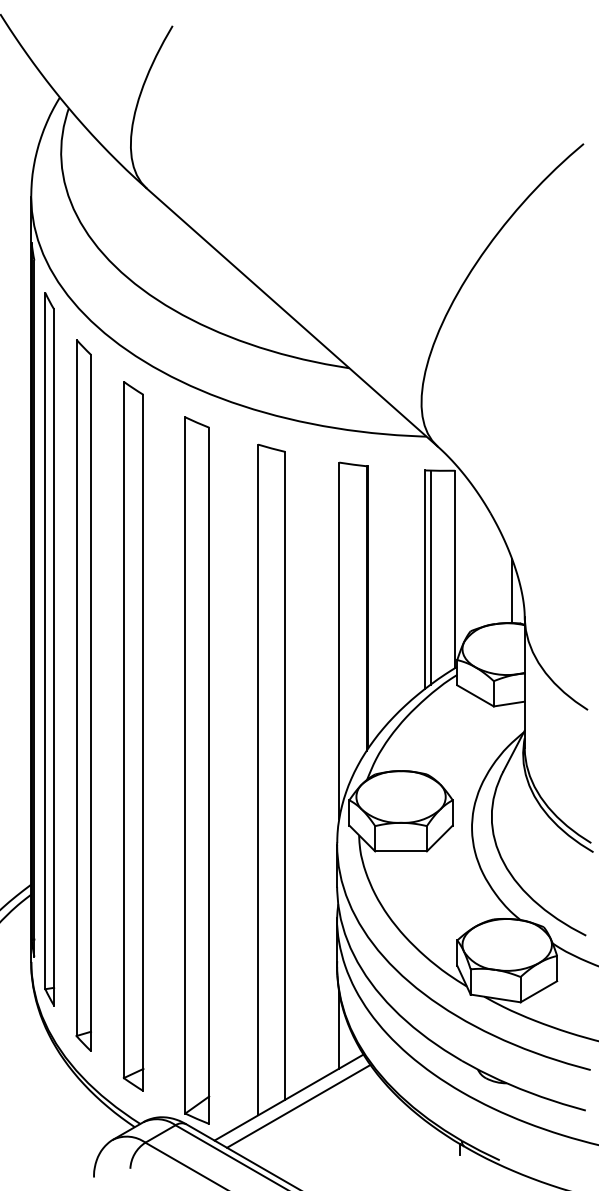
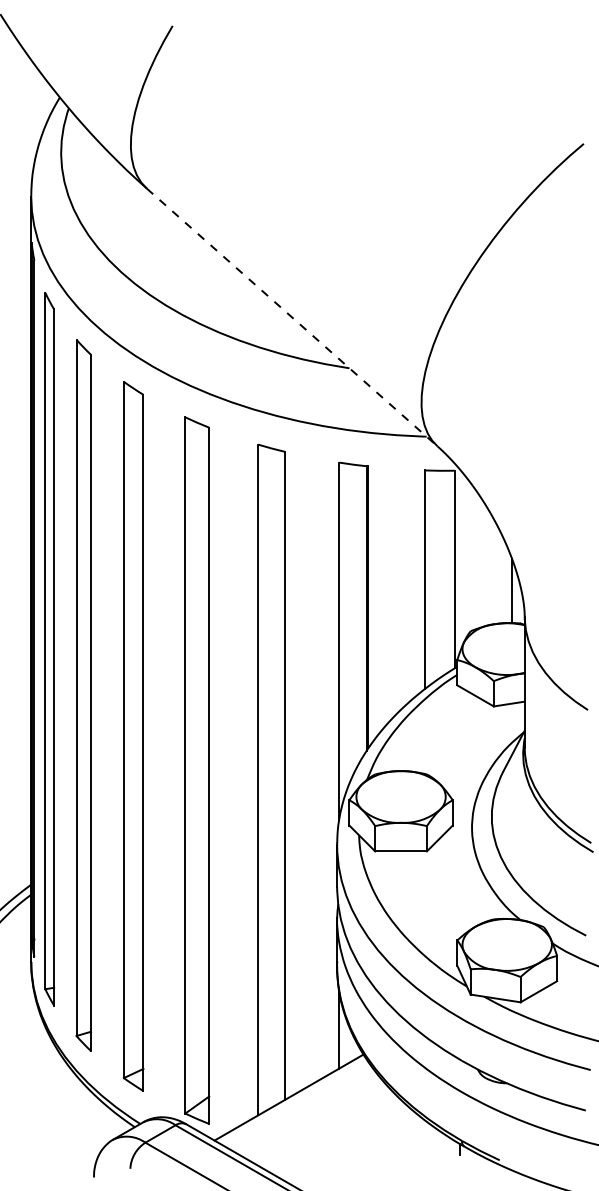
line at (292, 317): solid -> dashed
line at (430, 577): present -> none
line at (298, 1105): present -> none
